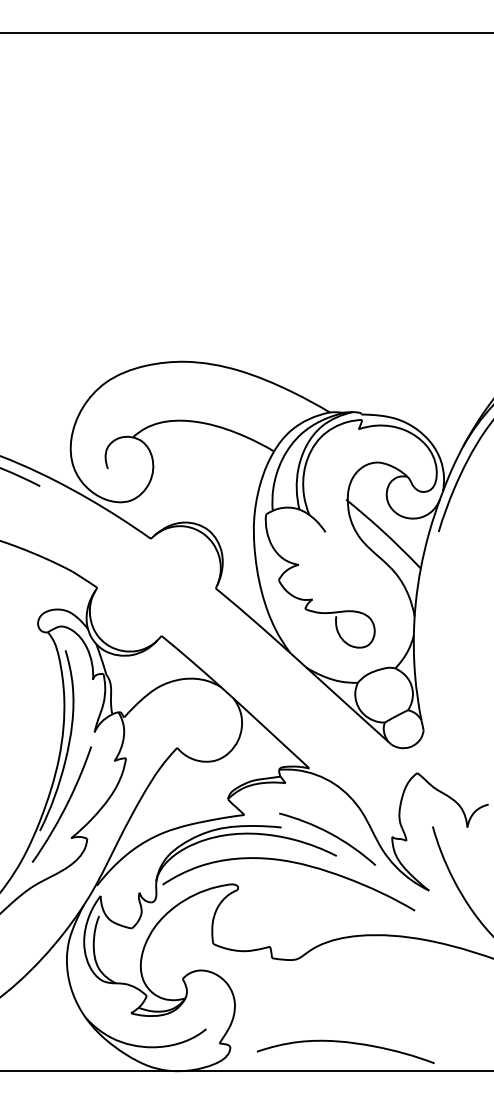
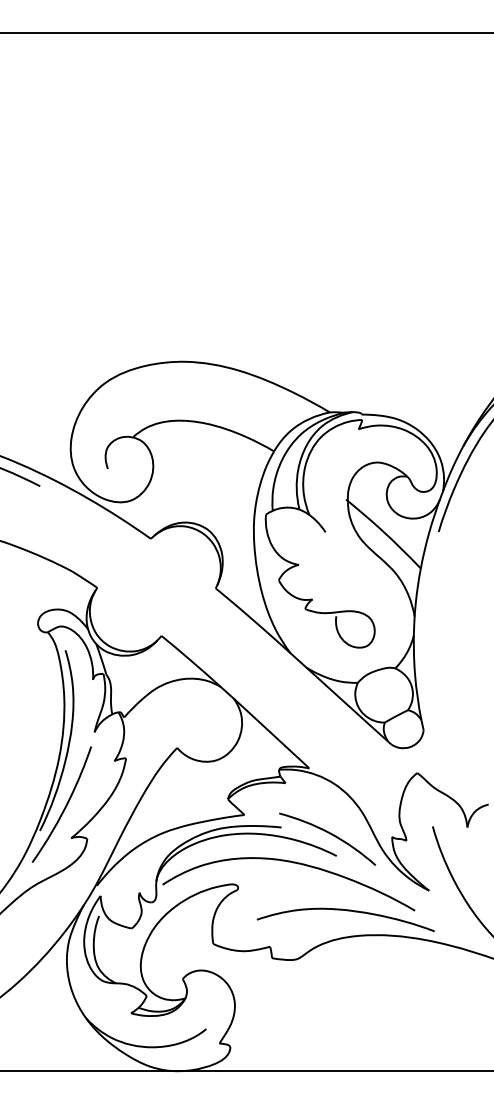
curve at (347, 1043) position: (347, 1043) -> (347, 911)
